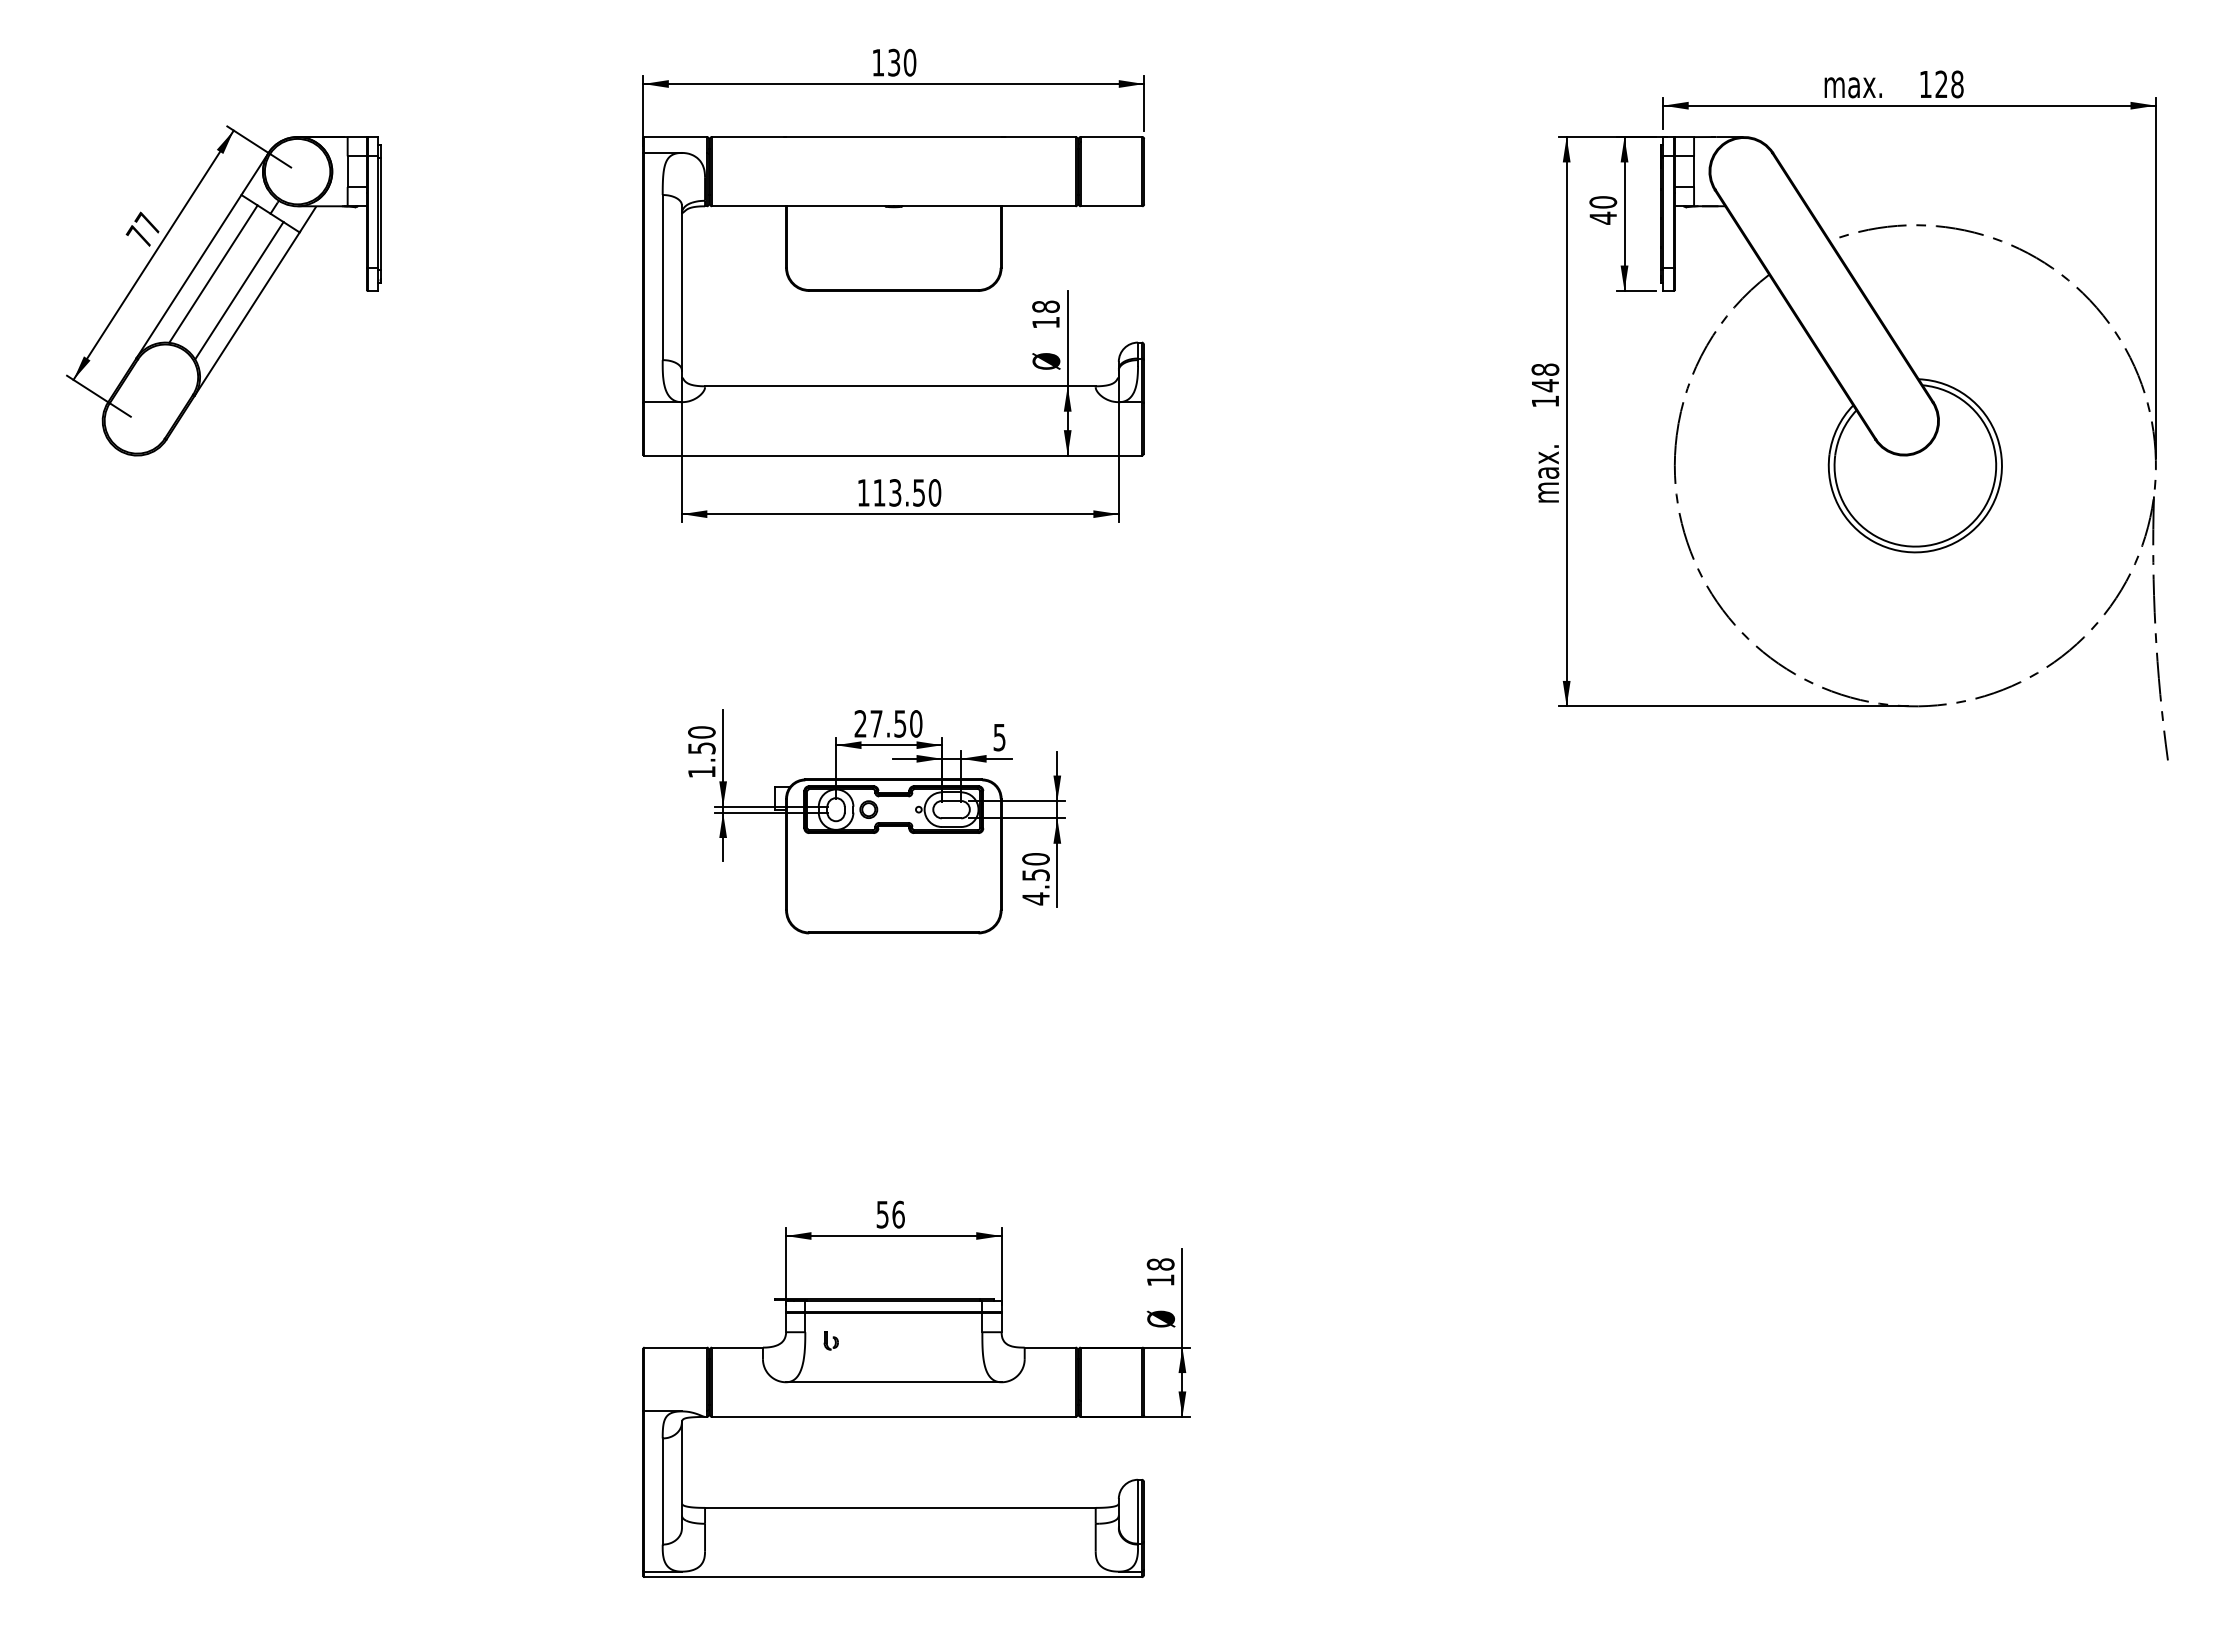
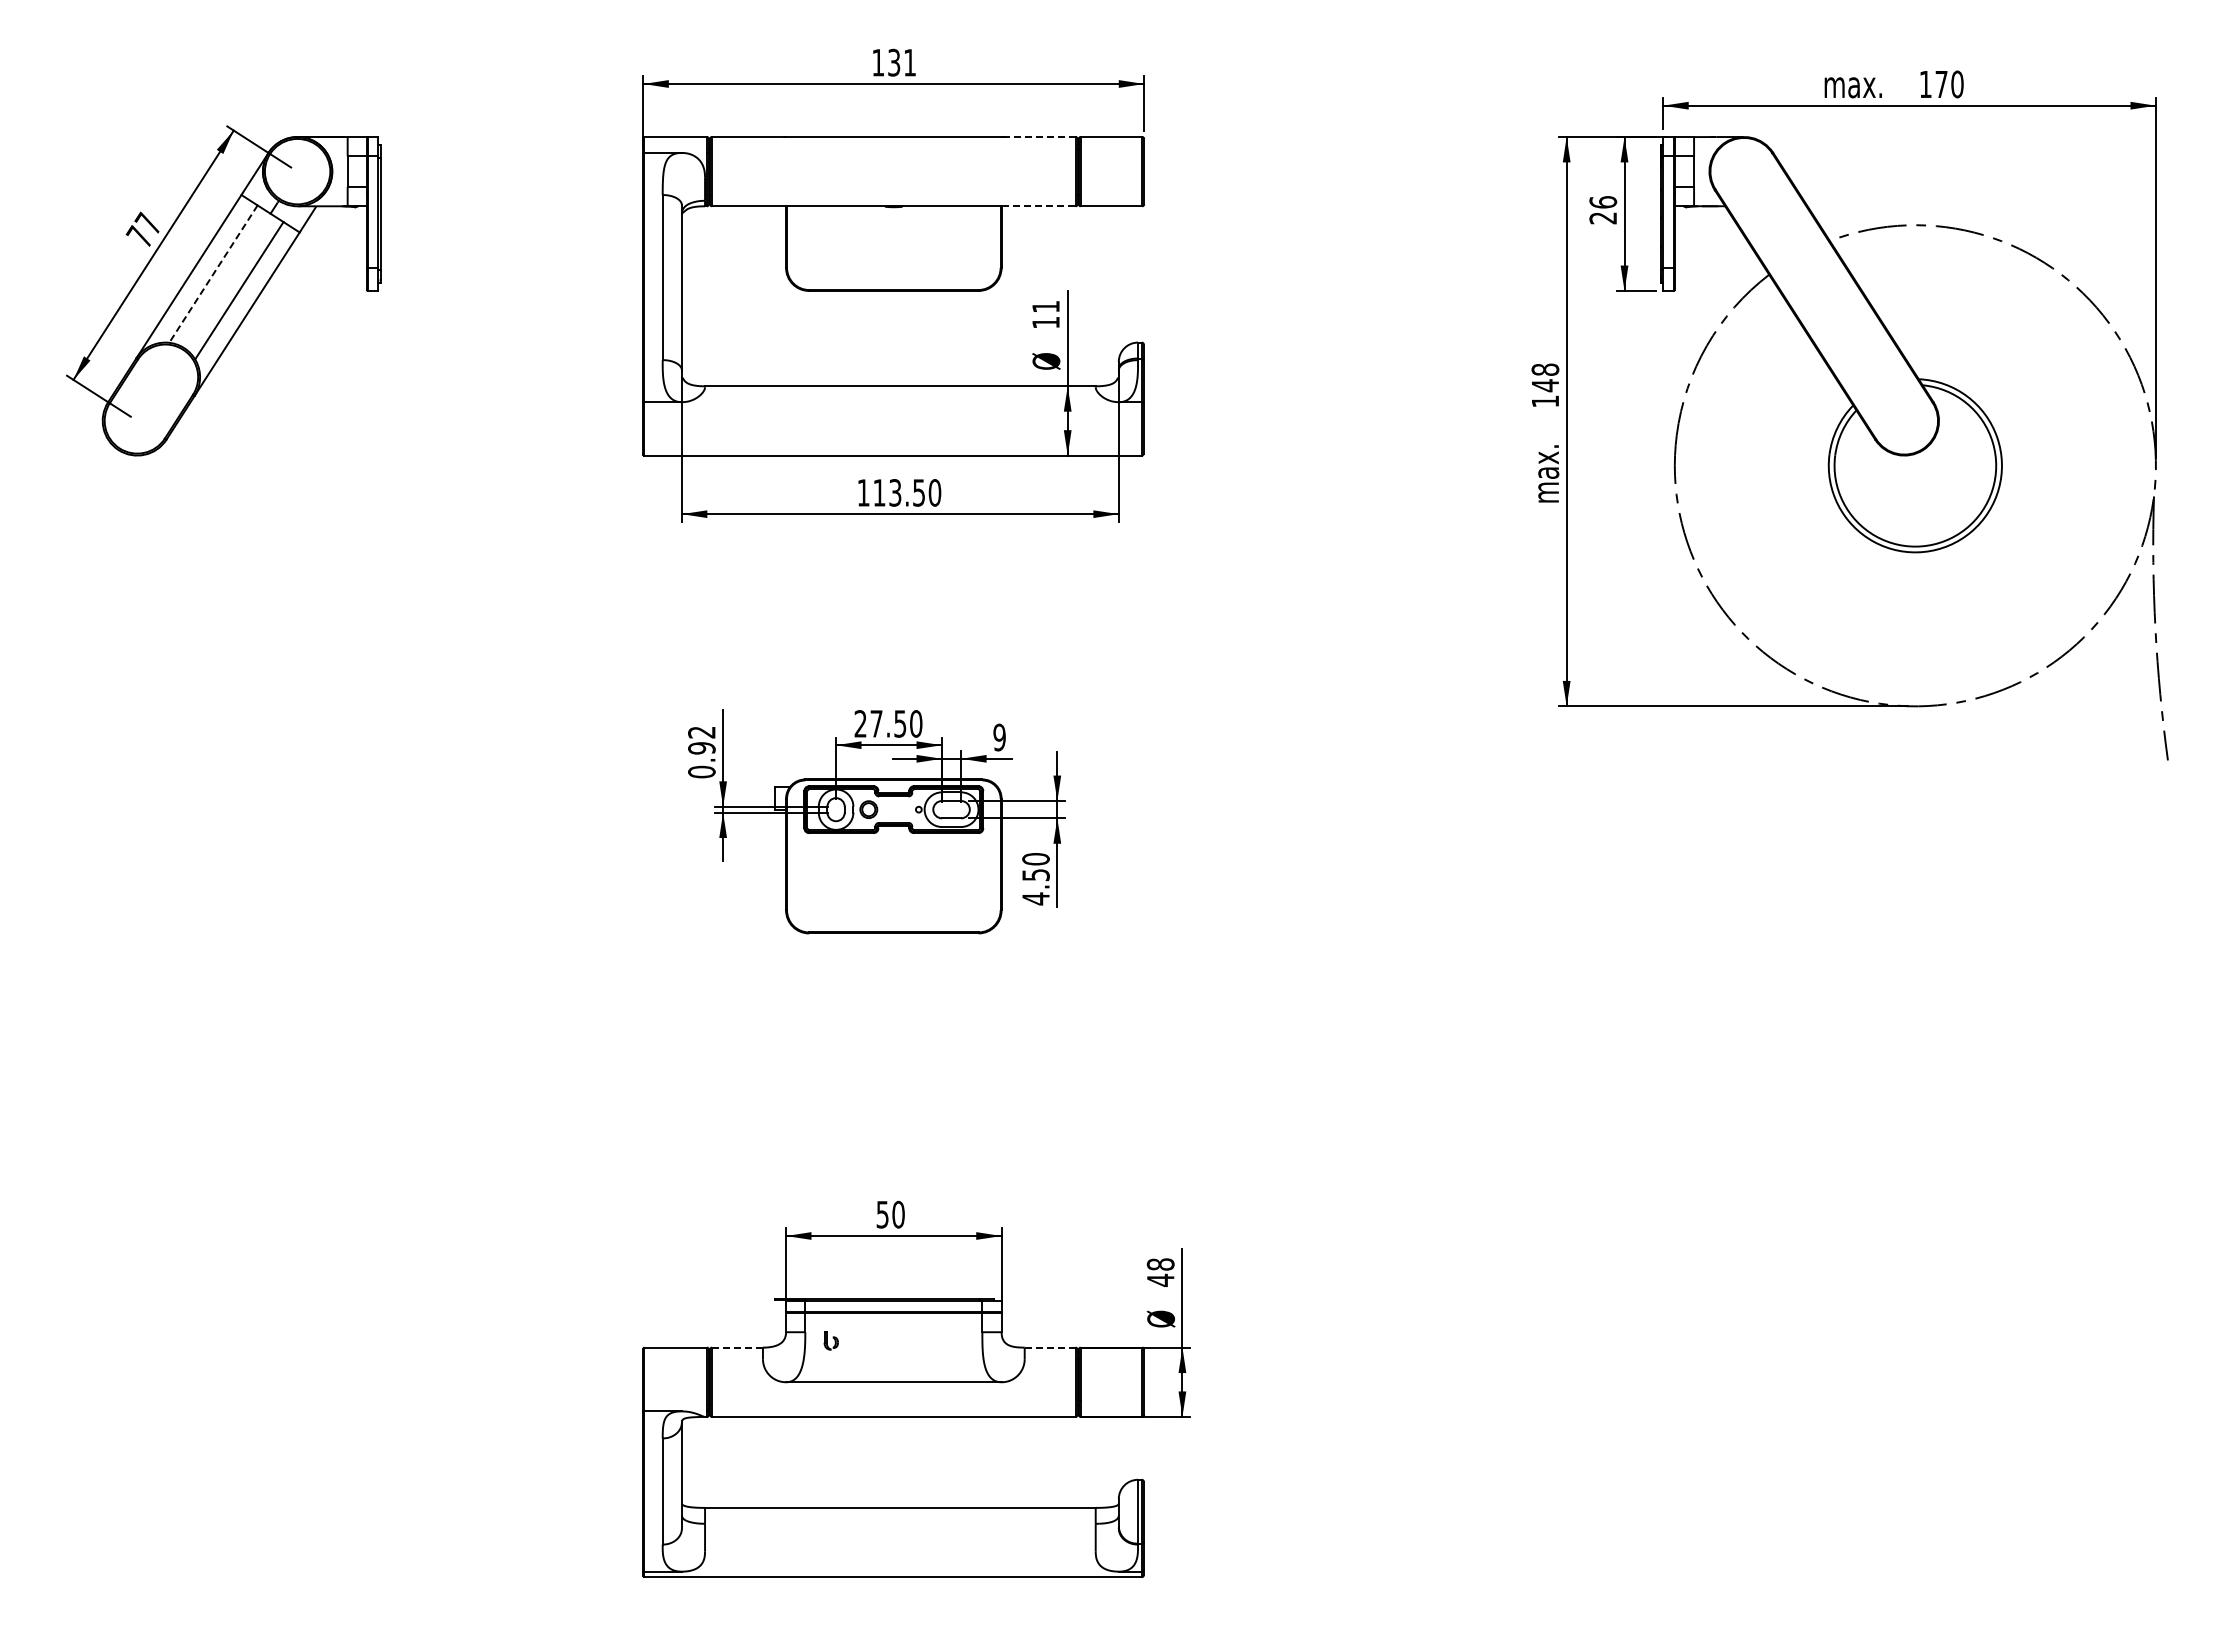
text at (909, 62): 130 -> 131
text at (1949, 83): 128 -> 170
line at (1038, 137): solid -> dashed
line at (1039, 206): solid -> dashed
text at (1602, 210): 40 -> 26
line at (213, 274): solid -> dashed
text at (1045, 306): 18 -> 11
text at (999, 737): 5 -> 9
text at (701, 752): 1.50 -> 0.92
text at (898, 1214): 56 -> 50
text at (1160, 1280): 18 -> 48
line at (736, 1347): solid -> dashed
line at (1049, 1347): solid -> dashed
